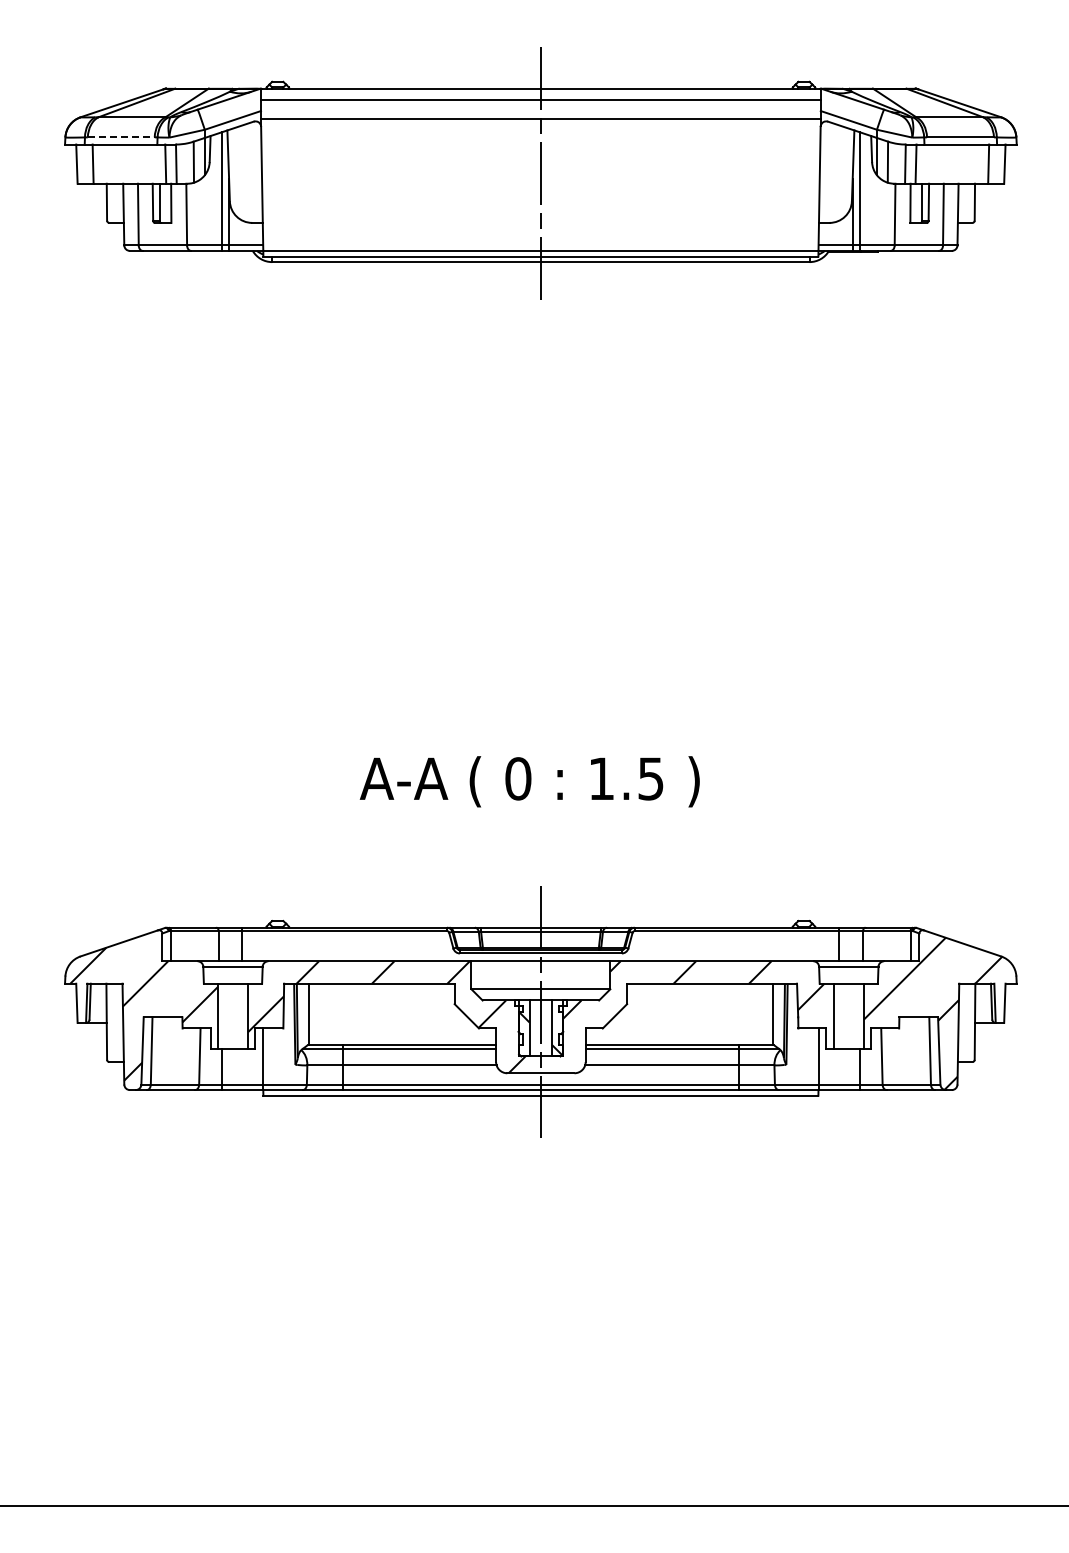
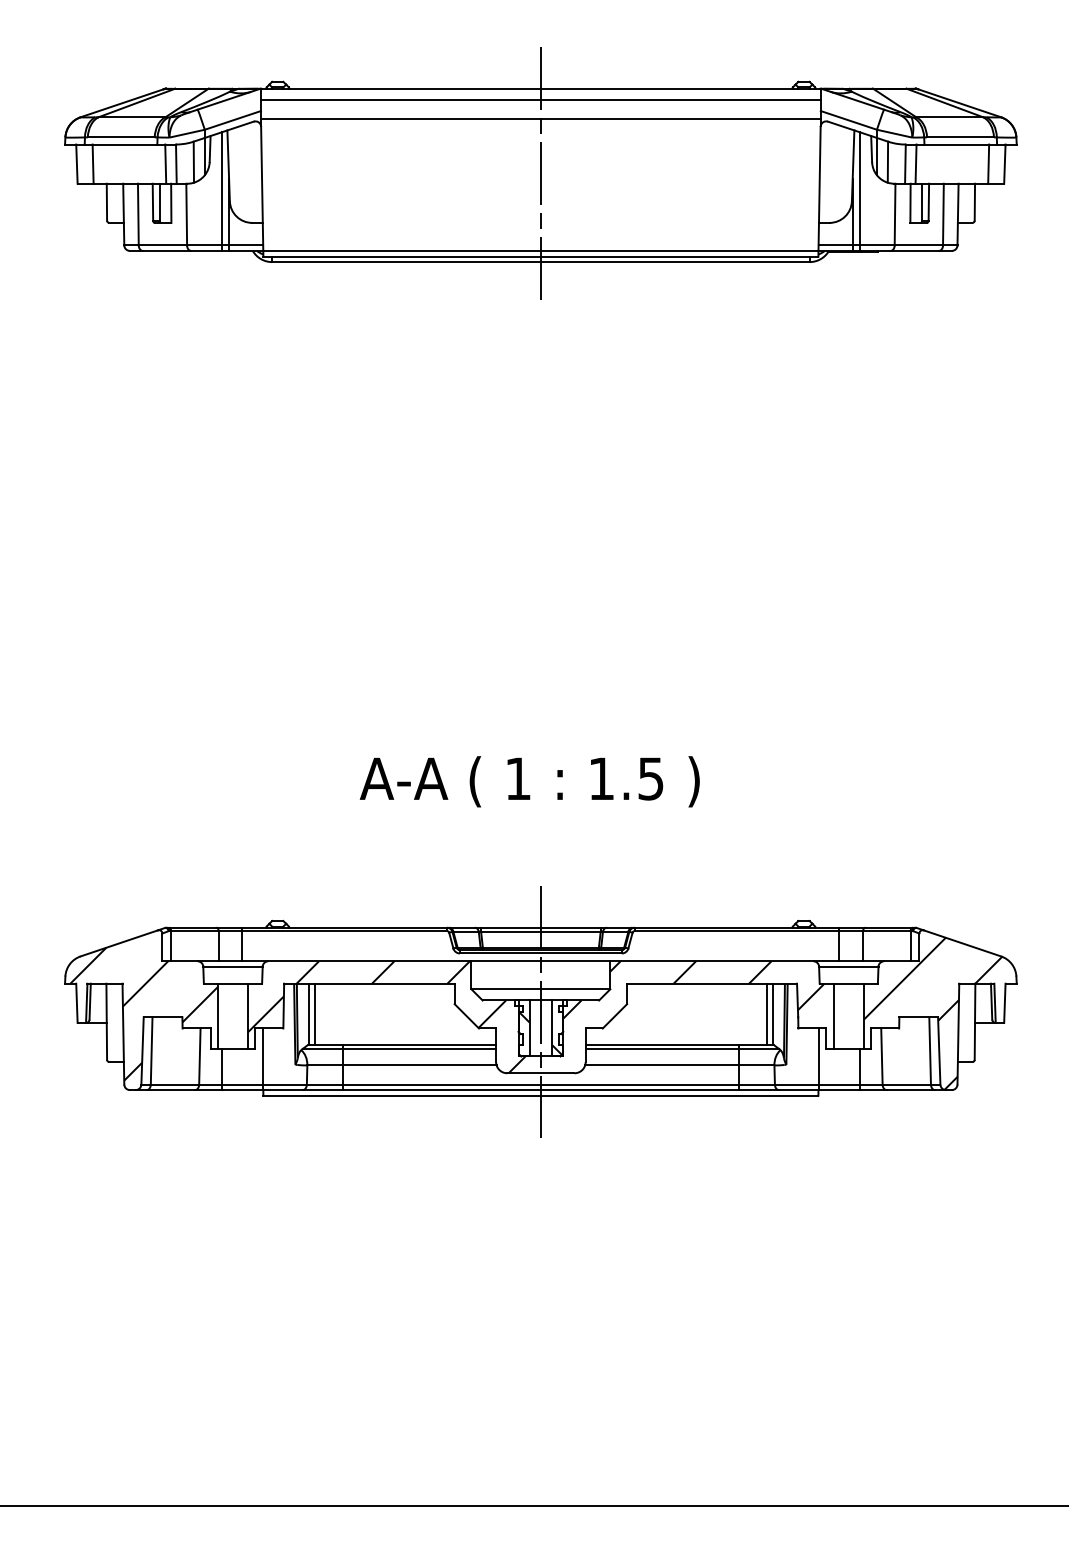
line at (121, 137): dashed -> solid
text at (518, 778): 0 -> 1
line at (314, 1014): none -> present
line at (767, 1014): none -> present
